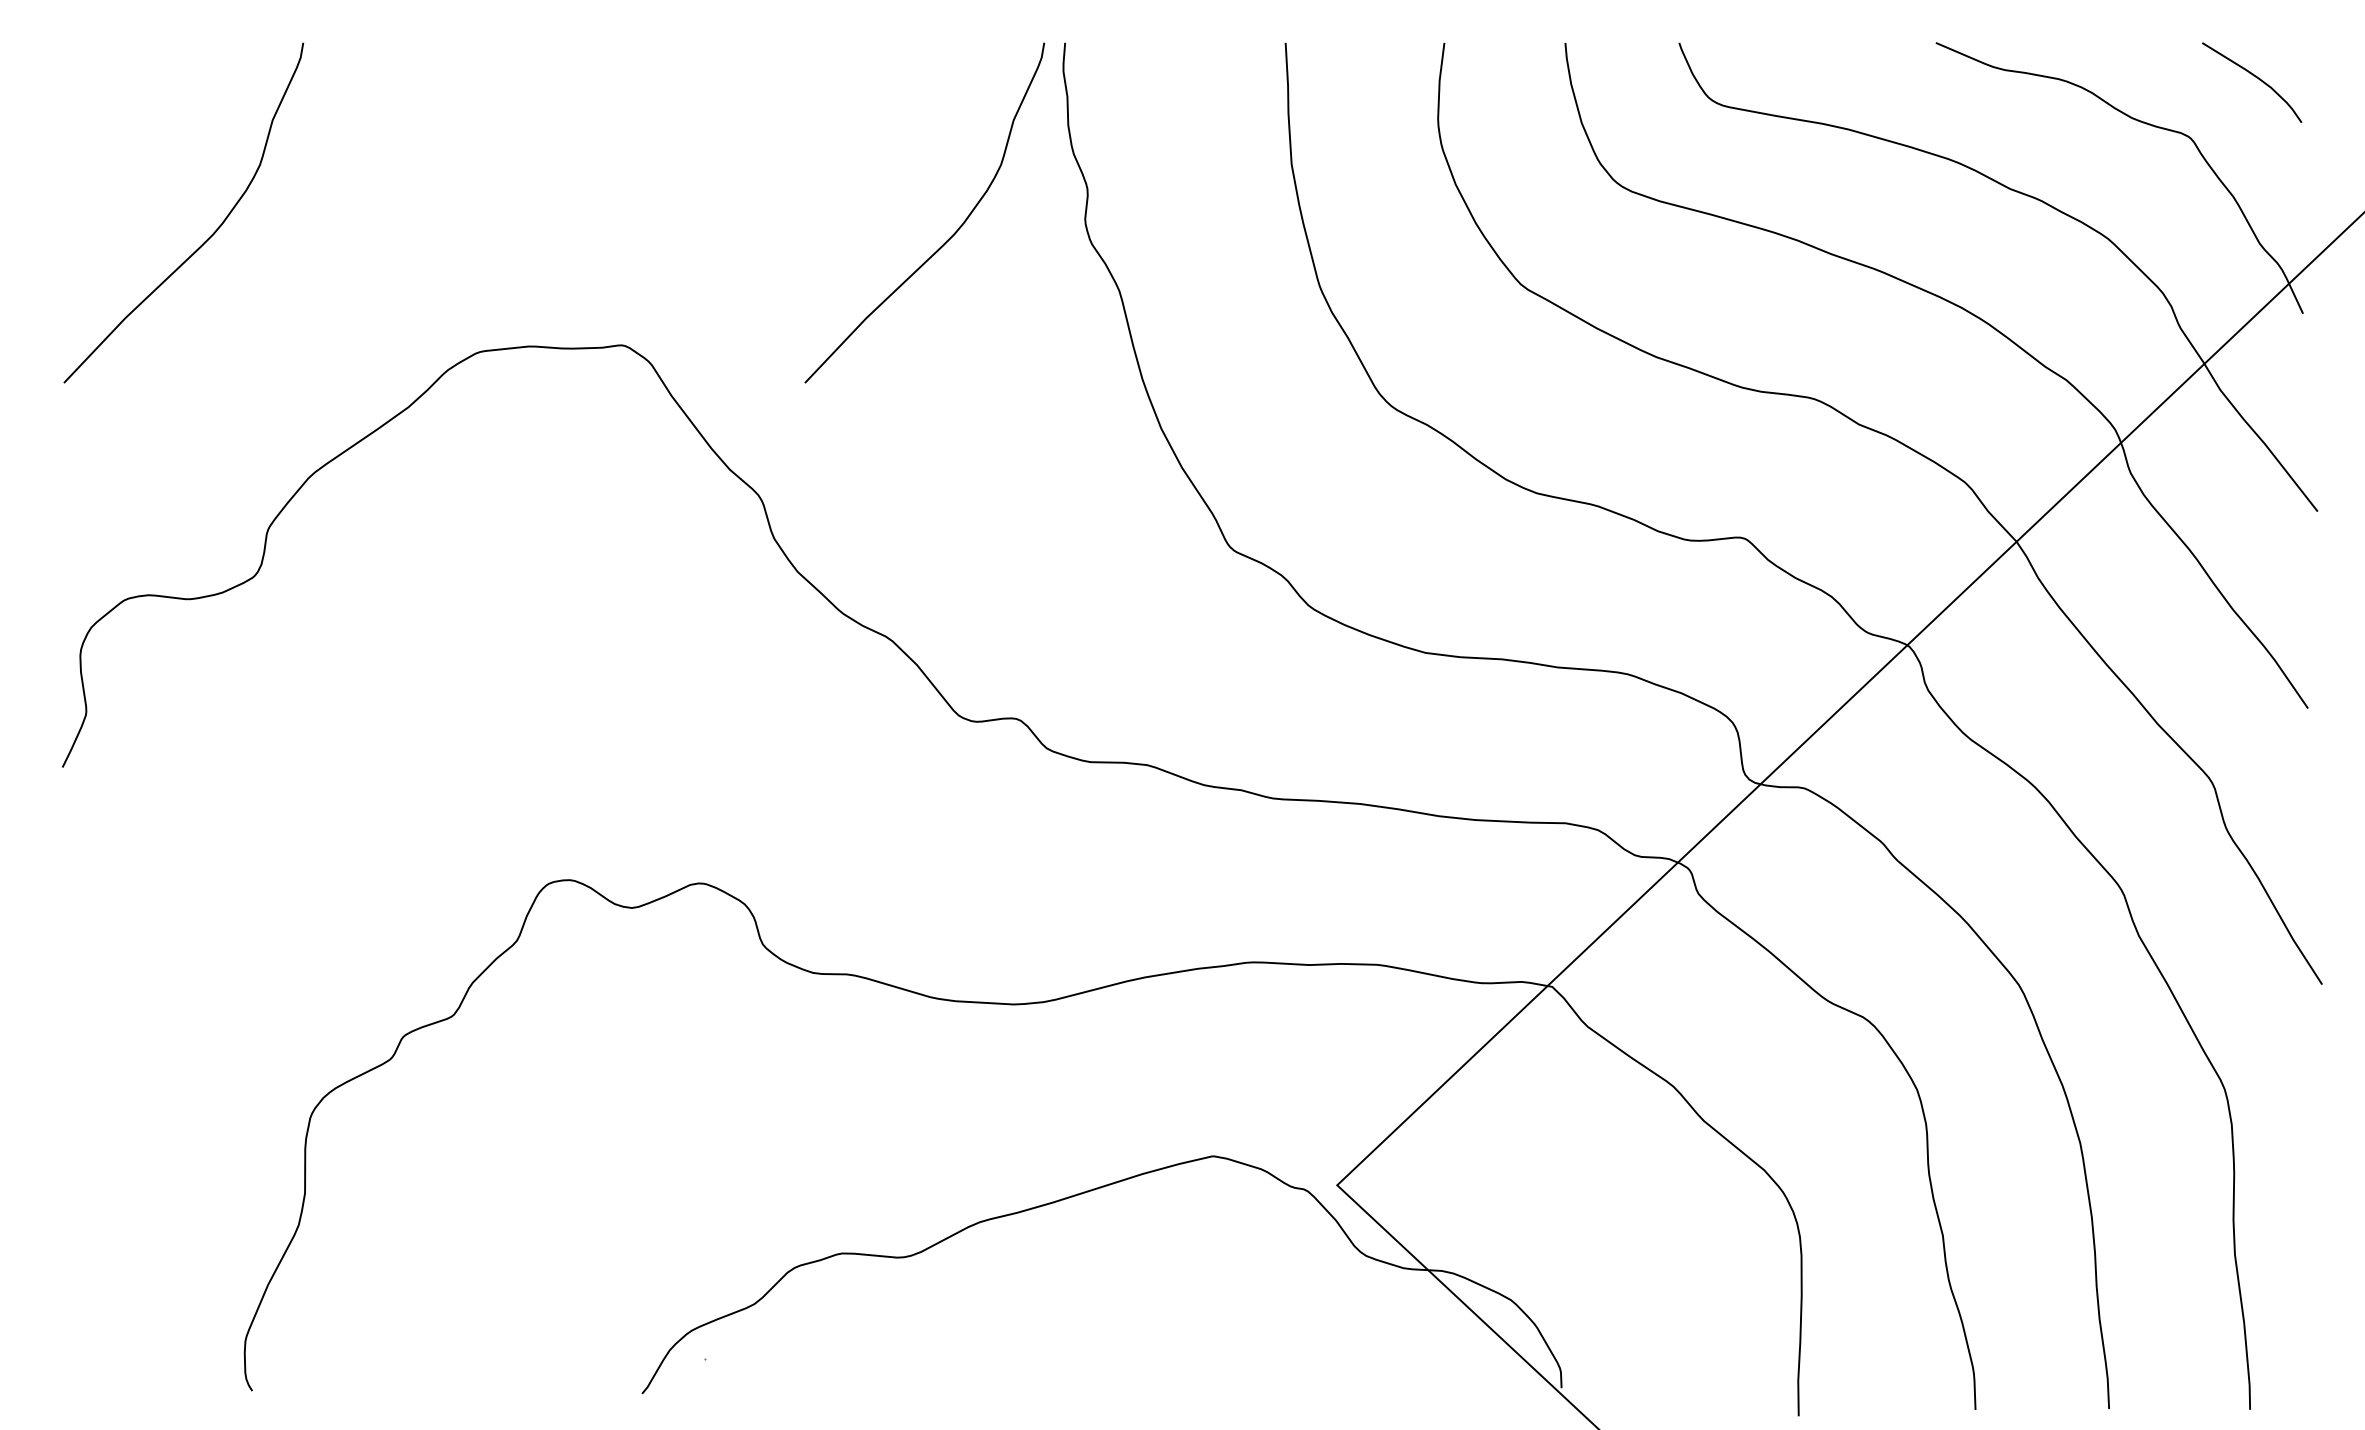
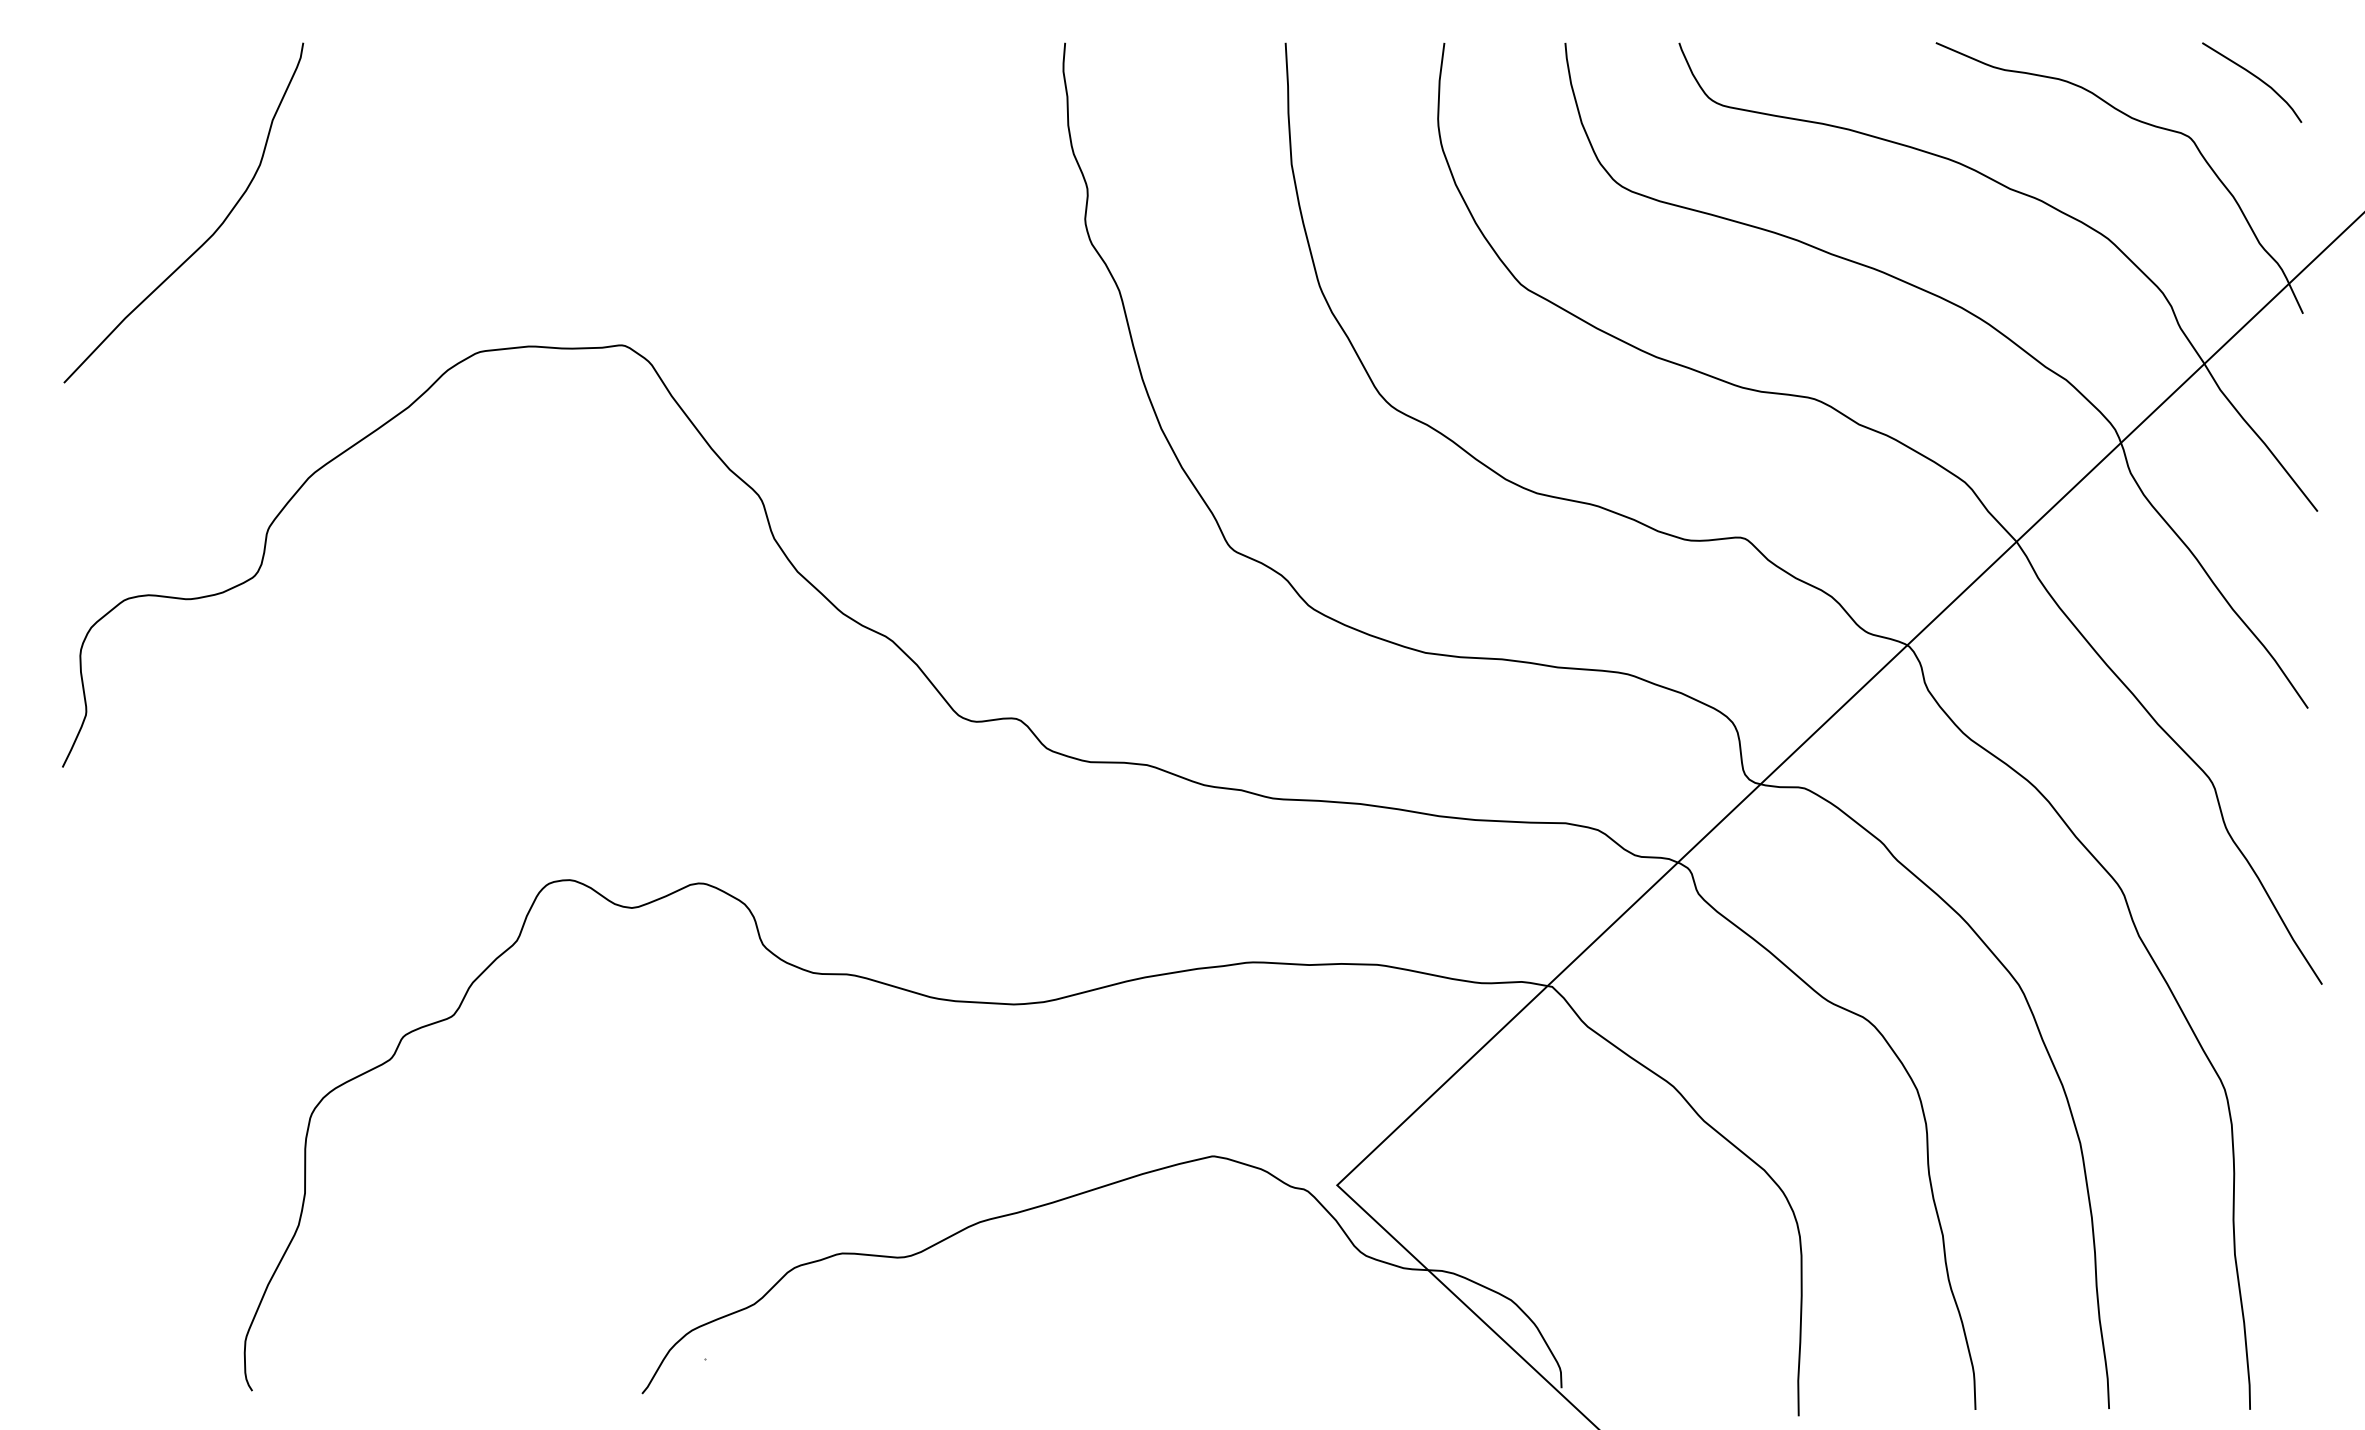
curve at (949, 237): present -> none
